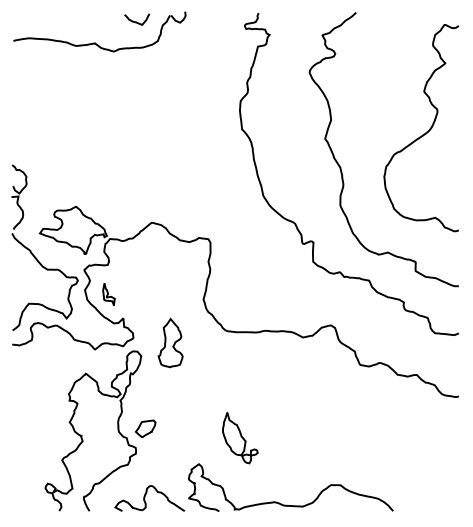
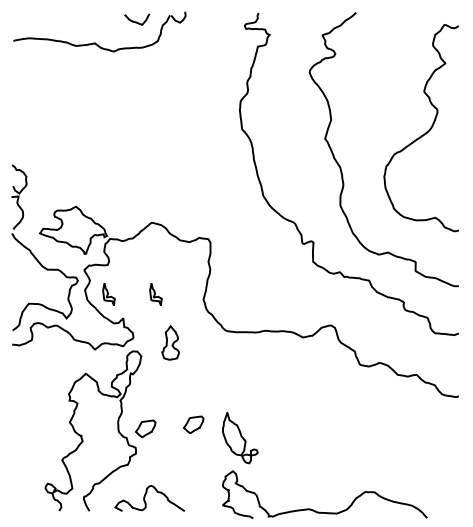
part at (155, 294): none -> present
part at (170, 342) size: 27x52 px -> 19x36 px
part at (193, 424): none -> present
curve at (286, 504) position: (286, 504) -> (320, 511)
